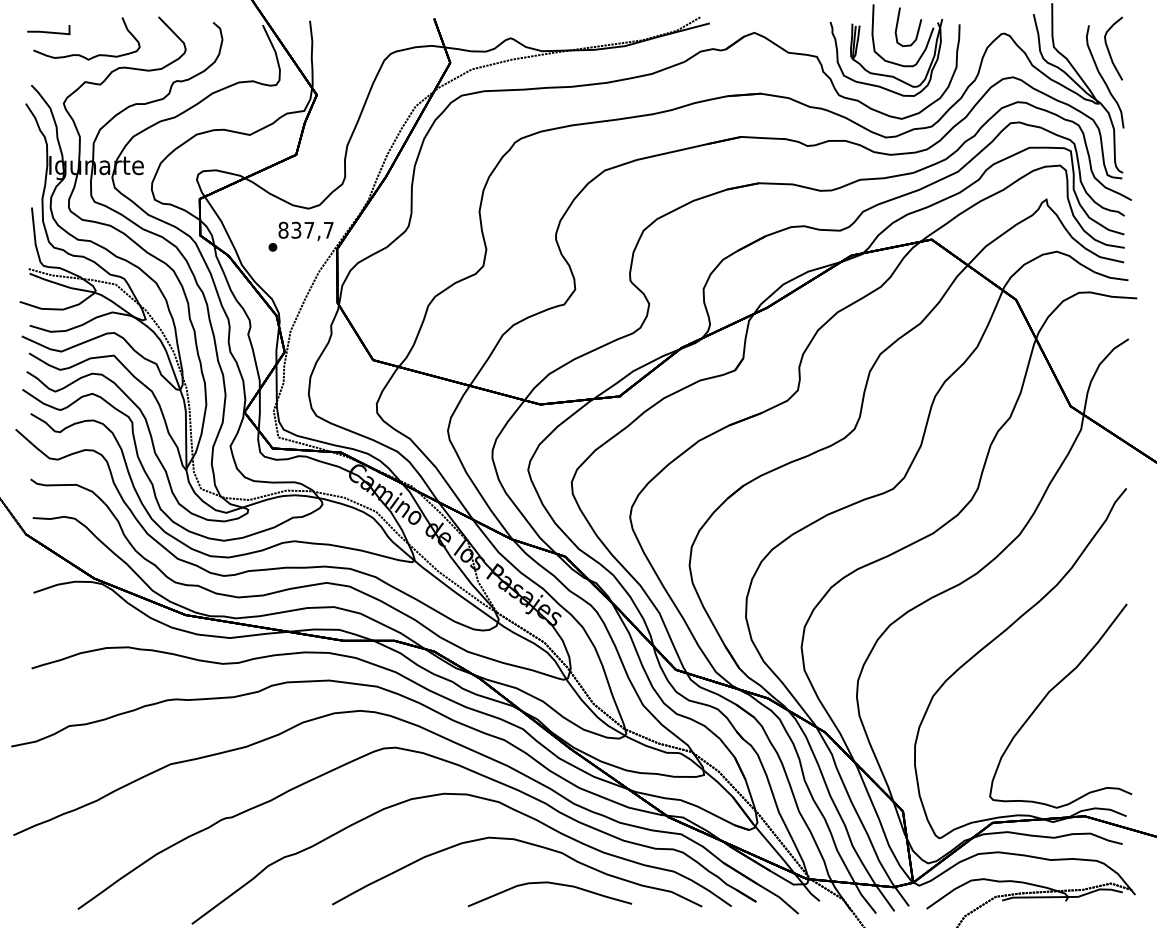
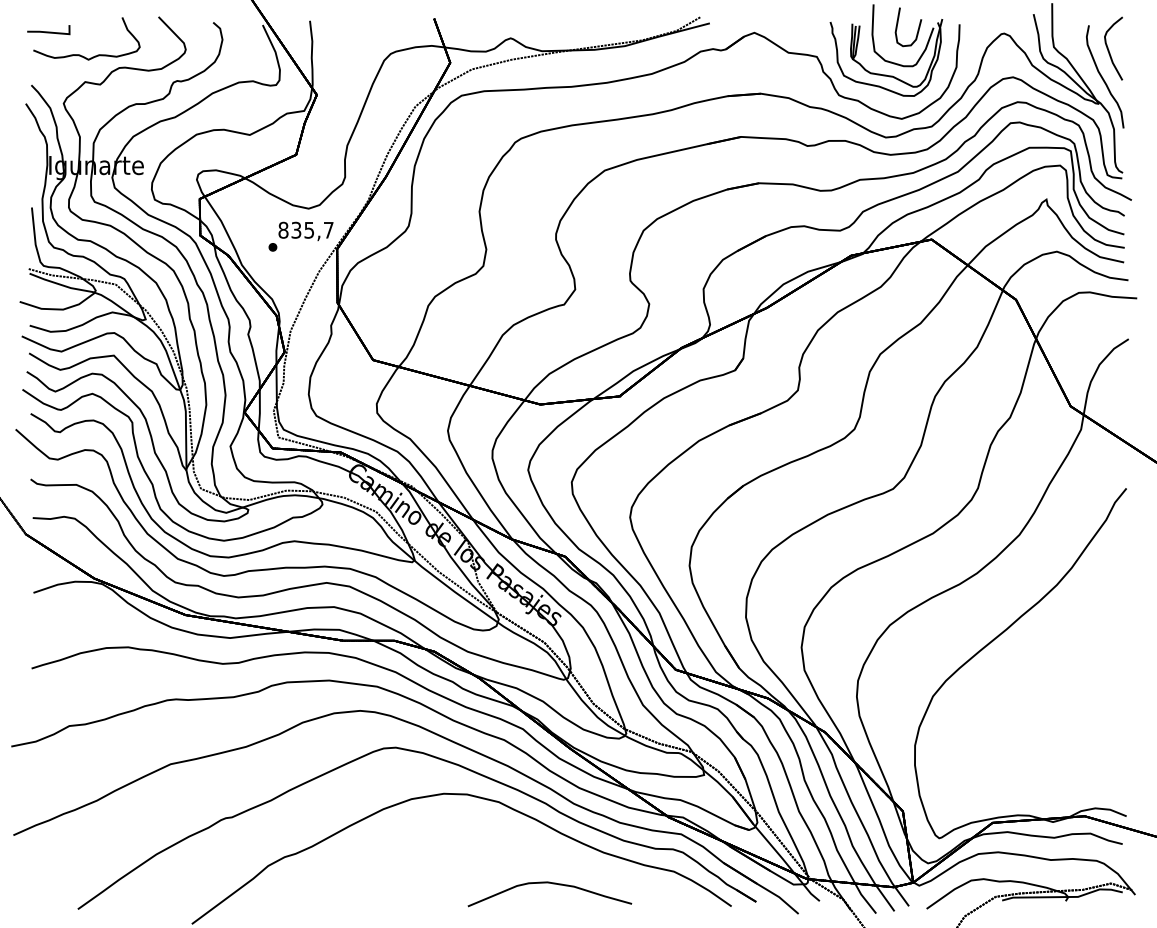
text at (309, 230): 837,7 -> 835,7
curve at (1049, 693): present -> none
part at (524, 843): present -> none
